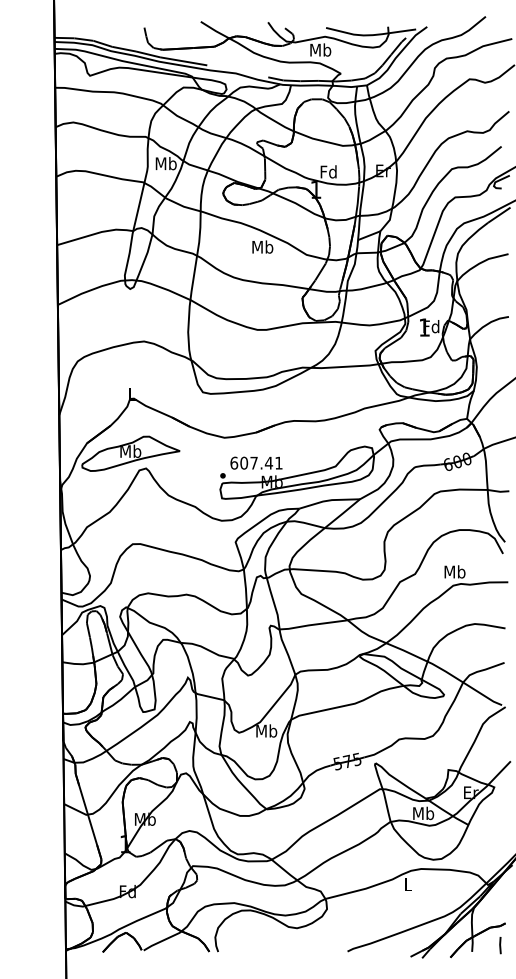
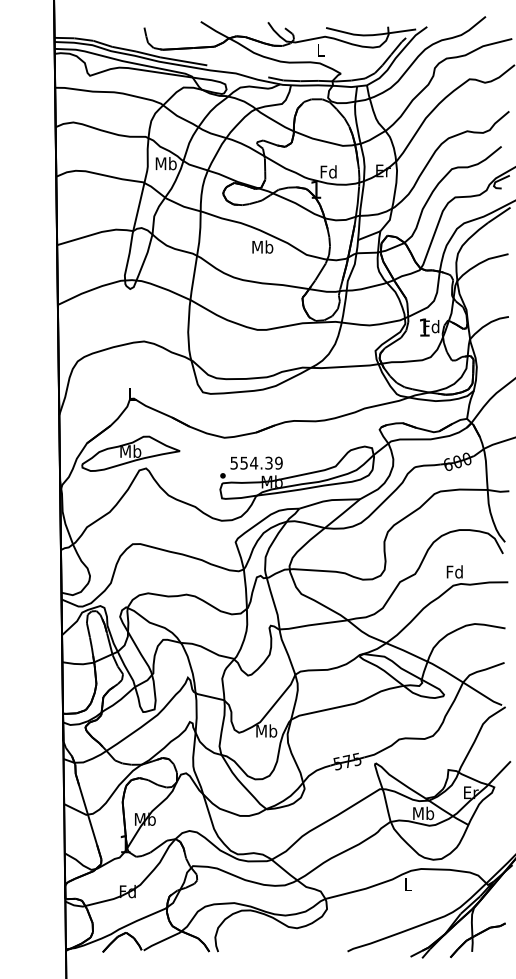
text at (320, 49): Mb -> L
text at (256, 462): 607.41 -> 554.39
text at (454, 571): Mb -> Fd
line at (500, 945): present -> none
